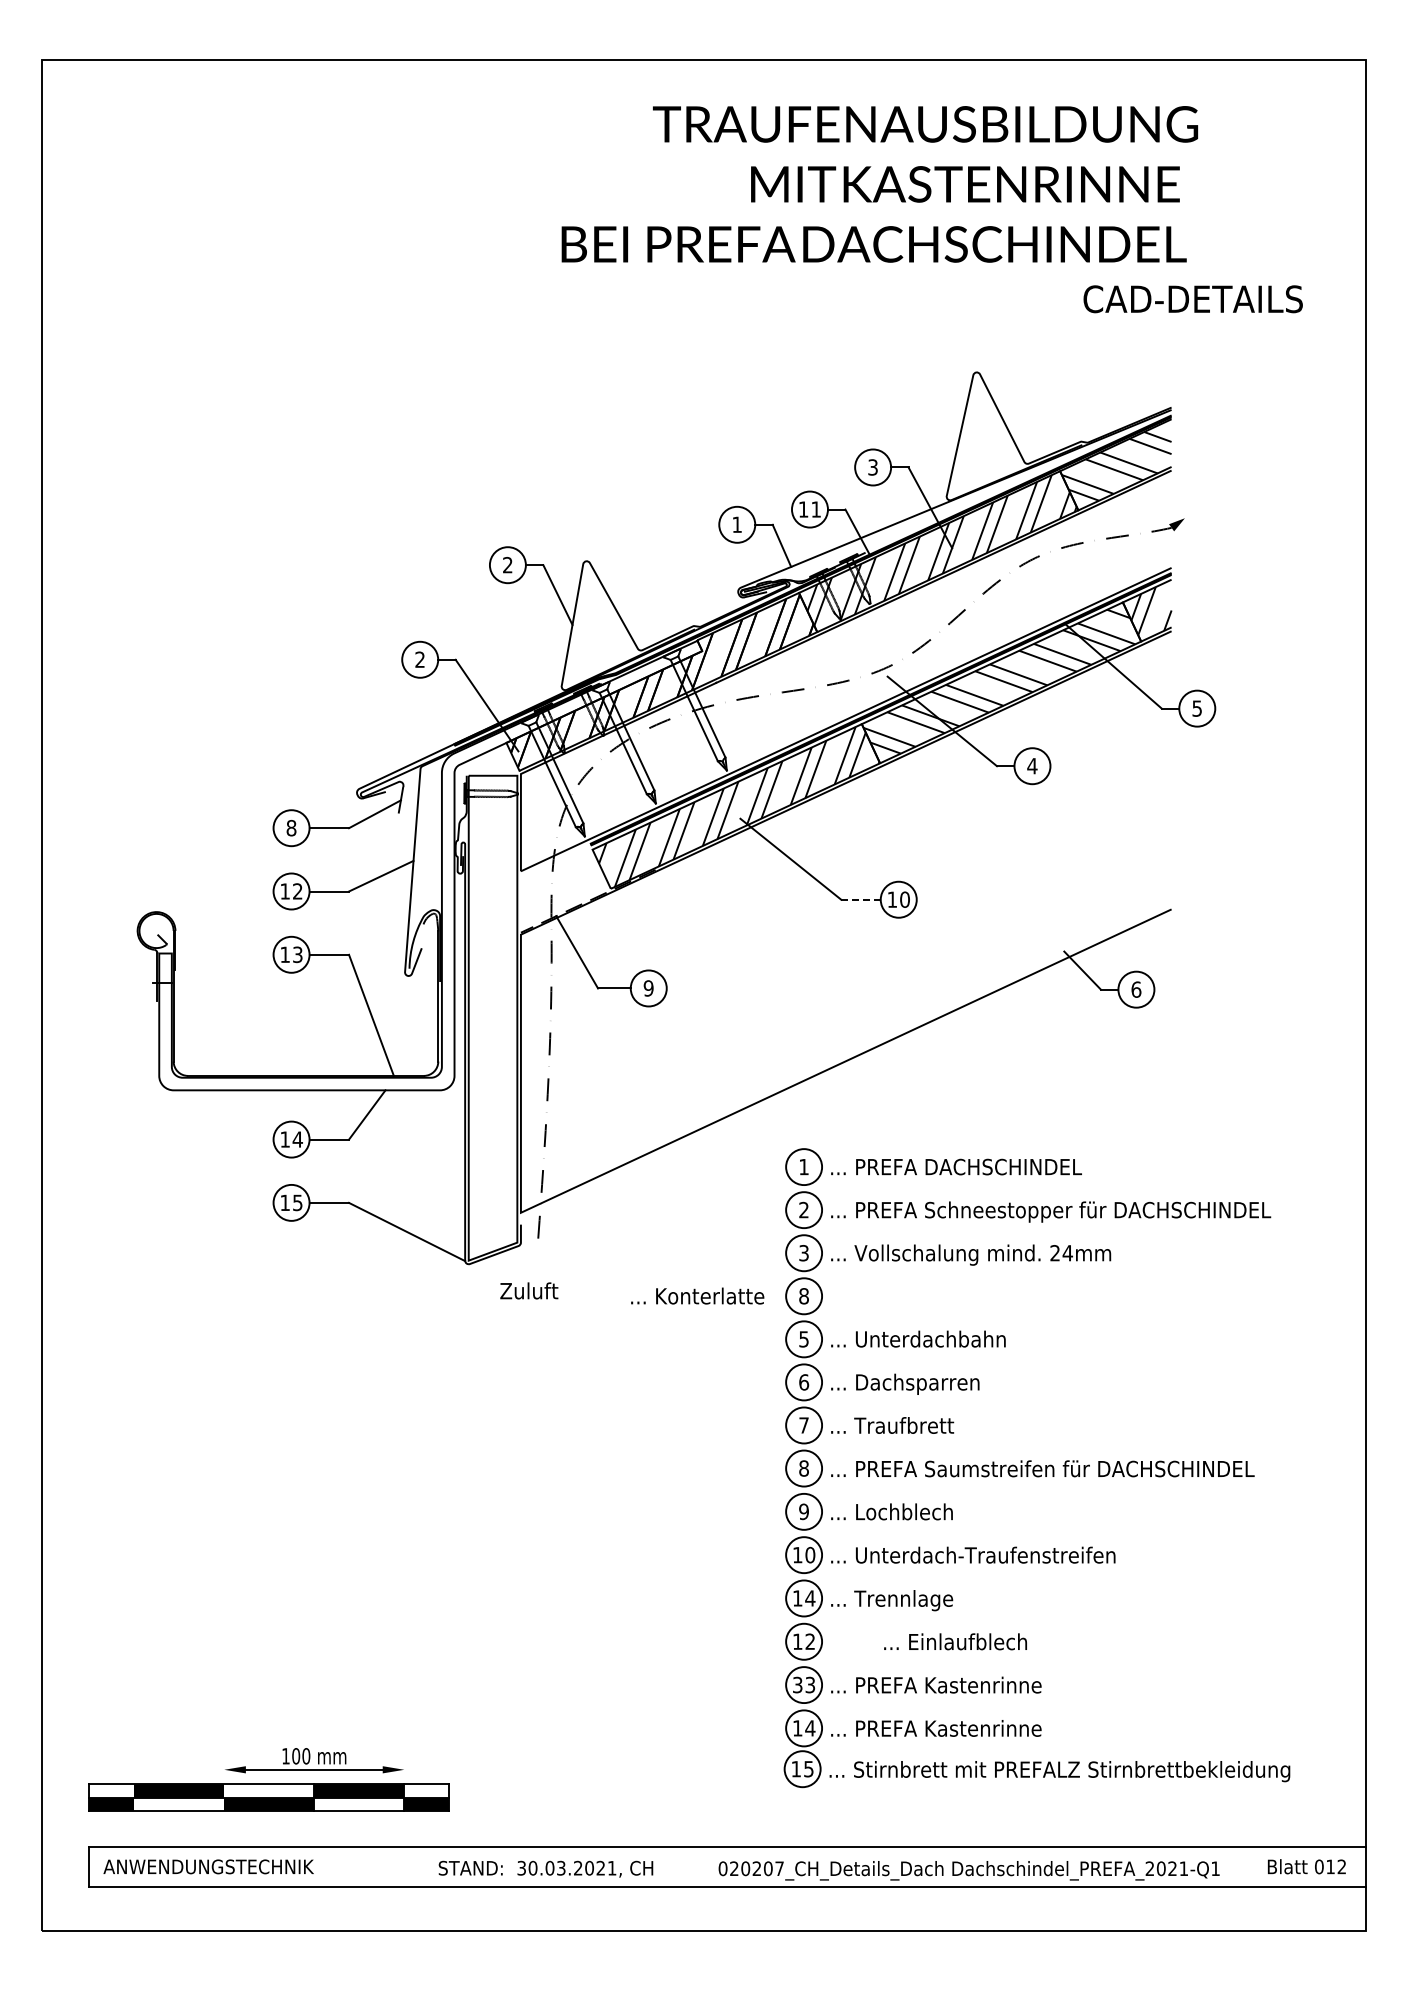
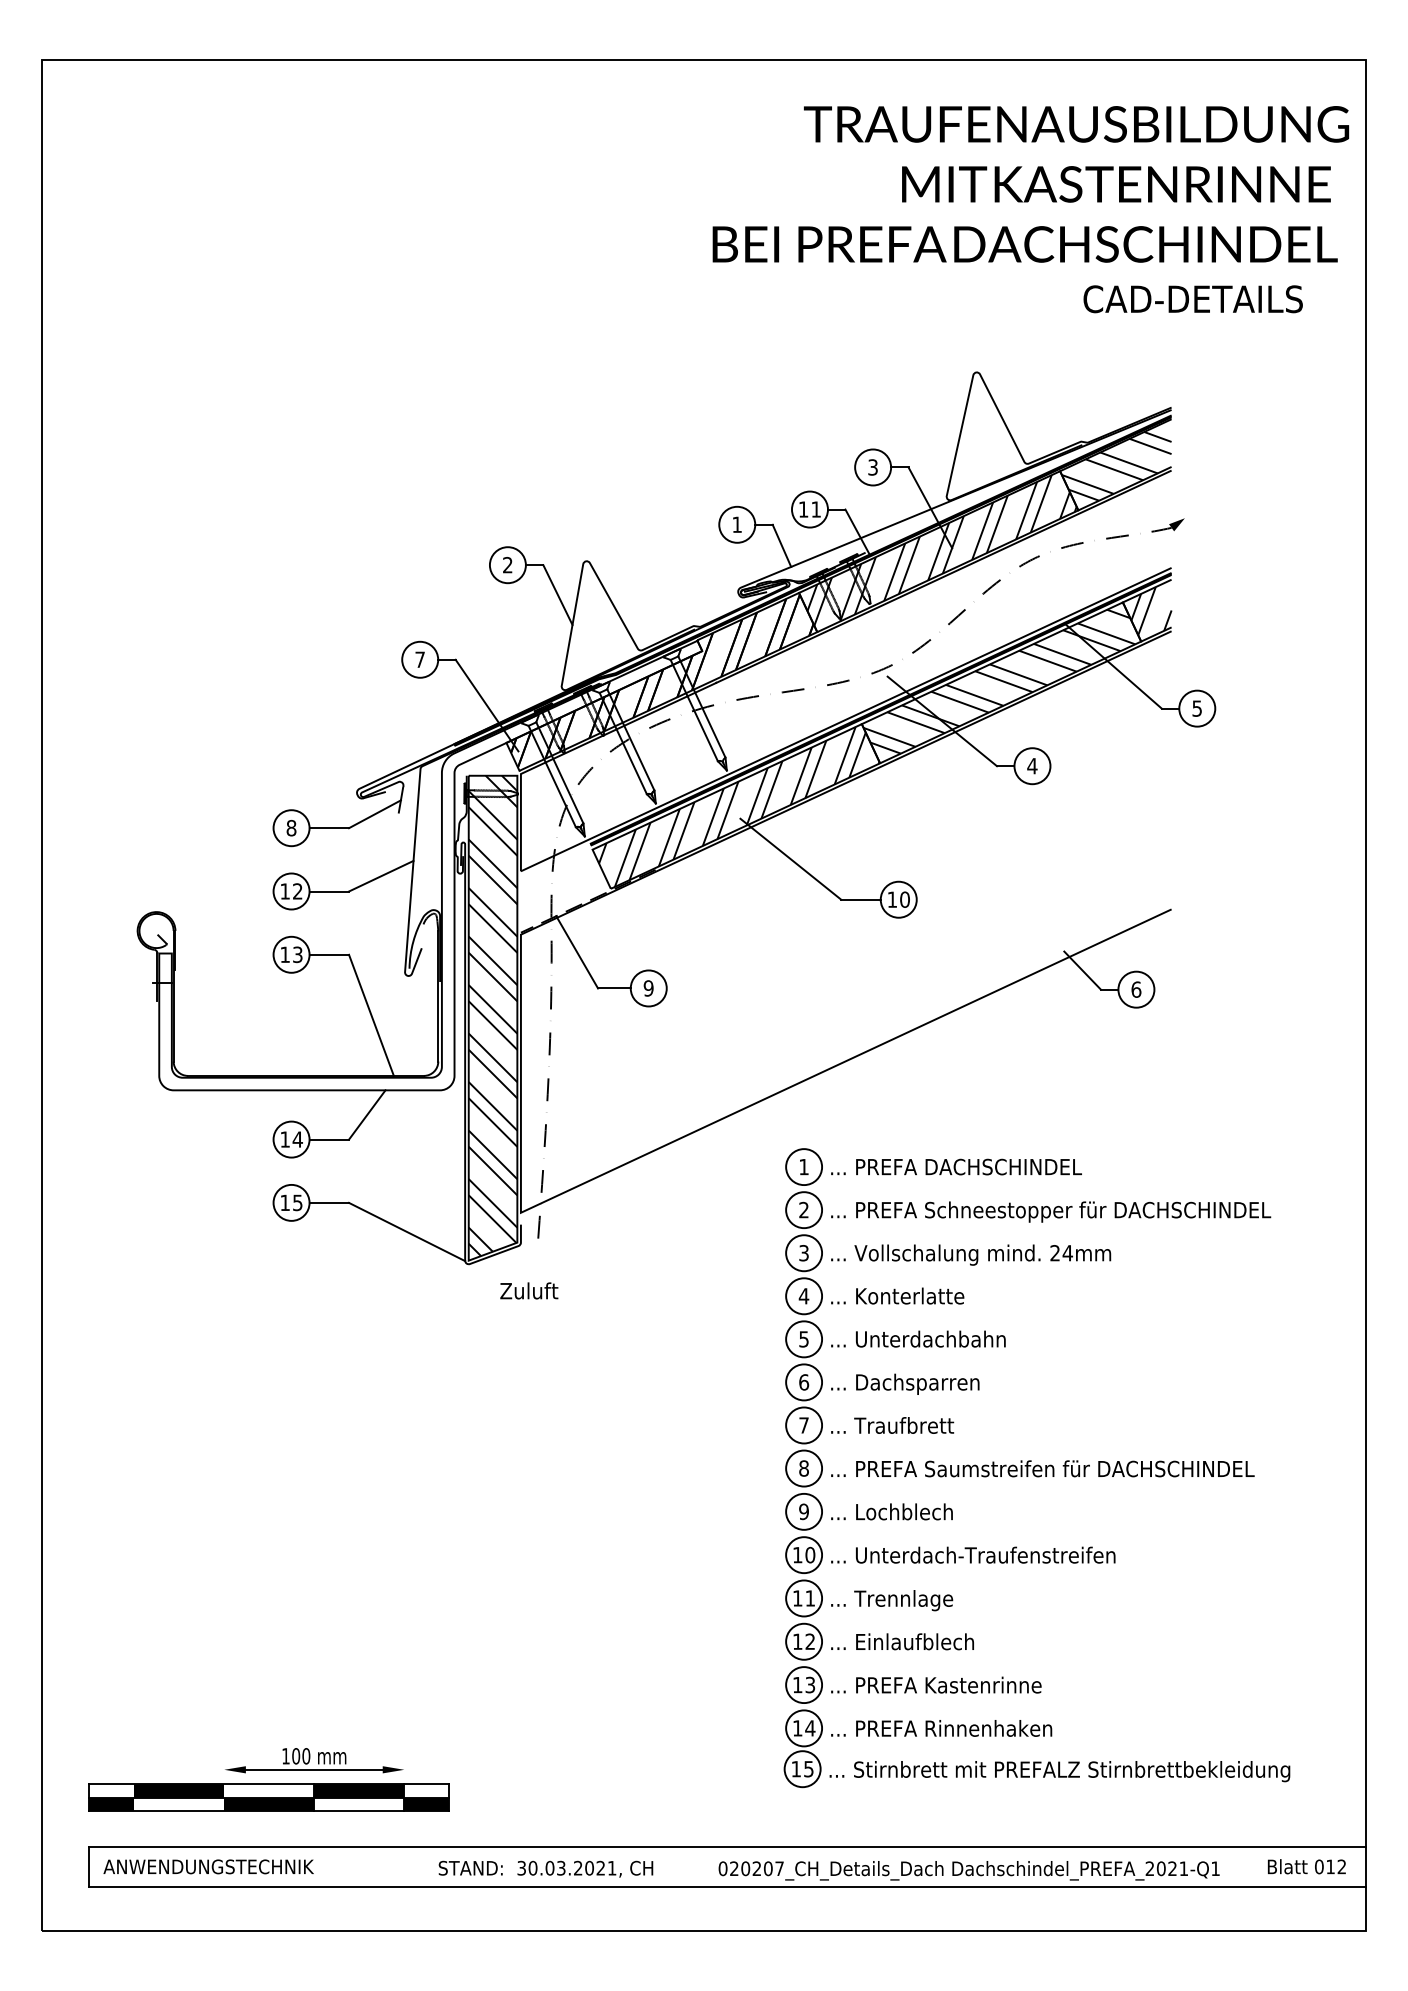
text at (879, 184) position: (879, 184) -> (1030, 184)
text at (419, 659): 2 -> 7
line at (861, 899): dashed -> solid
hatch at (492, 1015): none -> present
text at (697, 1295) position: (697, 1295) -> (897, 1295)
text at (803, 1296): 8 -> 4
text at (810, 1598): 14 -> 11
text at (955, 1641) position: (955, 1641) -> (902, 1641)
text at (797, 1684): 33 -> 13
text at (989, 1728): ... PREFA Kastenrinne -> ... PREFA Rinnenhaken
